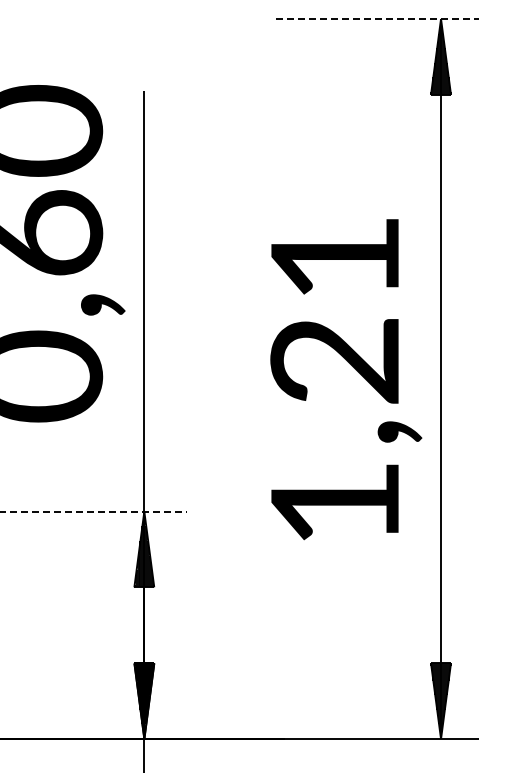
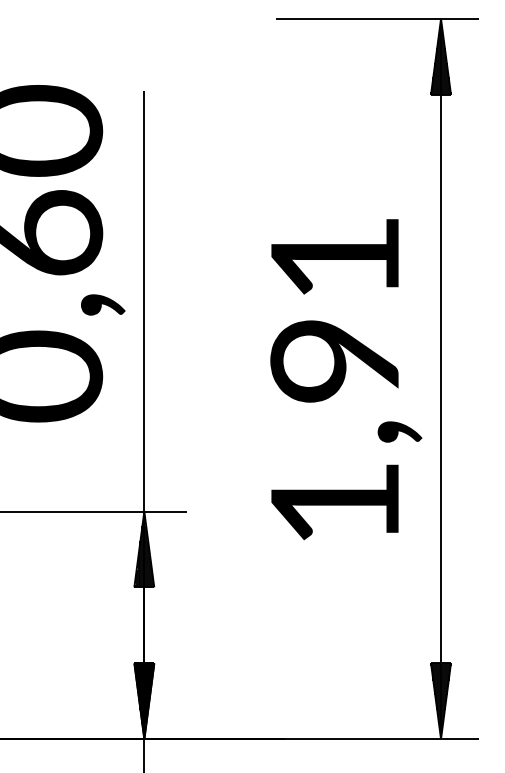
line at (378, 19): dashed -> solid
text at (334, 361): 1,21 -> 1,91
line at (93, 511): dashed -> solid
